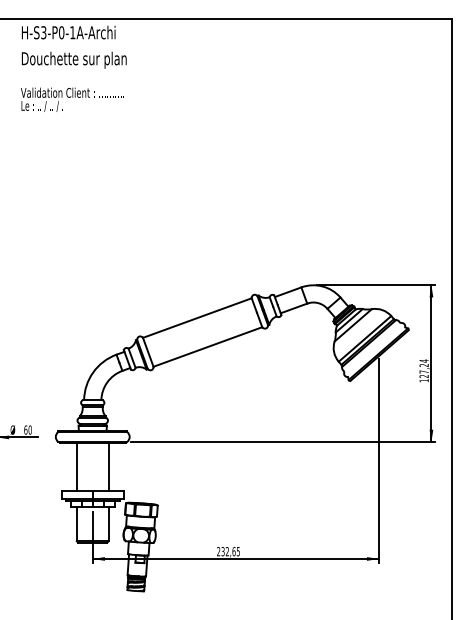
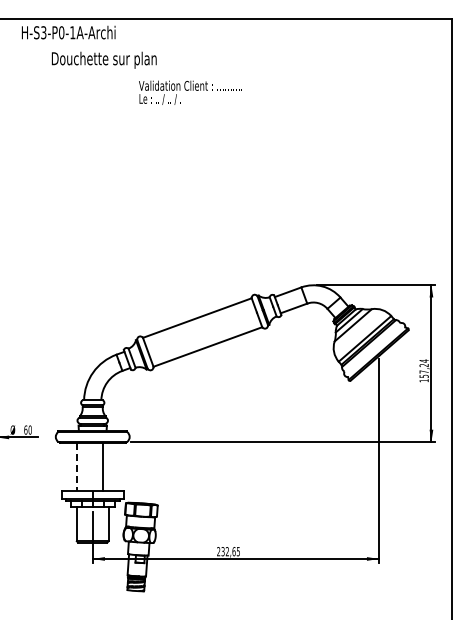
text at (73, 59) position: (73, 59) -> (103, 59)
text at (72, 99) position: (72, 99) -> (190, 92)
text at (423, 375): 127,24 -> 157,24
line at (108, 466) position: (108, 466) -> (102, 466)
line at (76, 467): solid -> dashed
